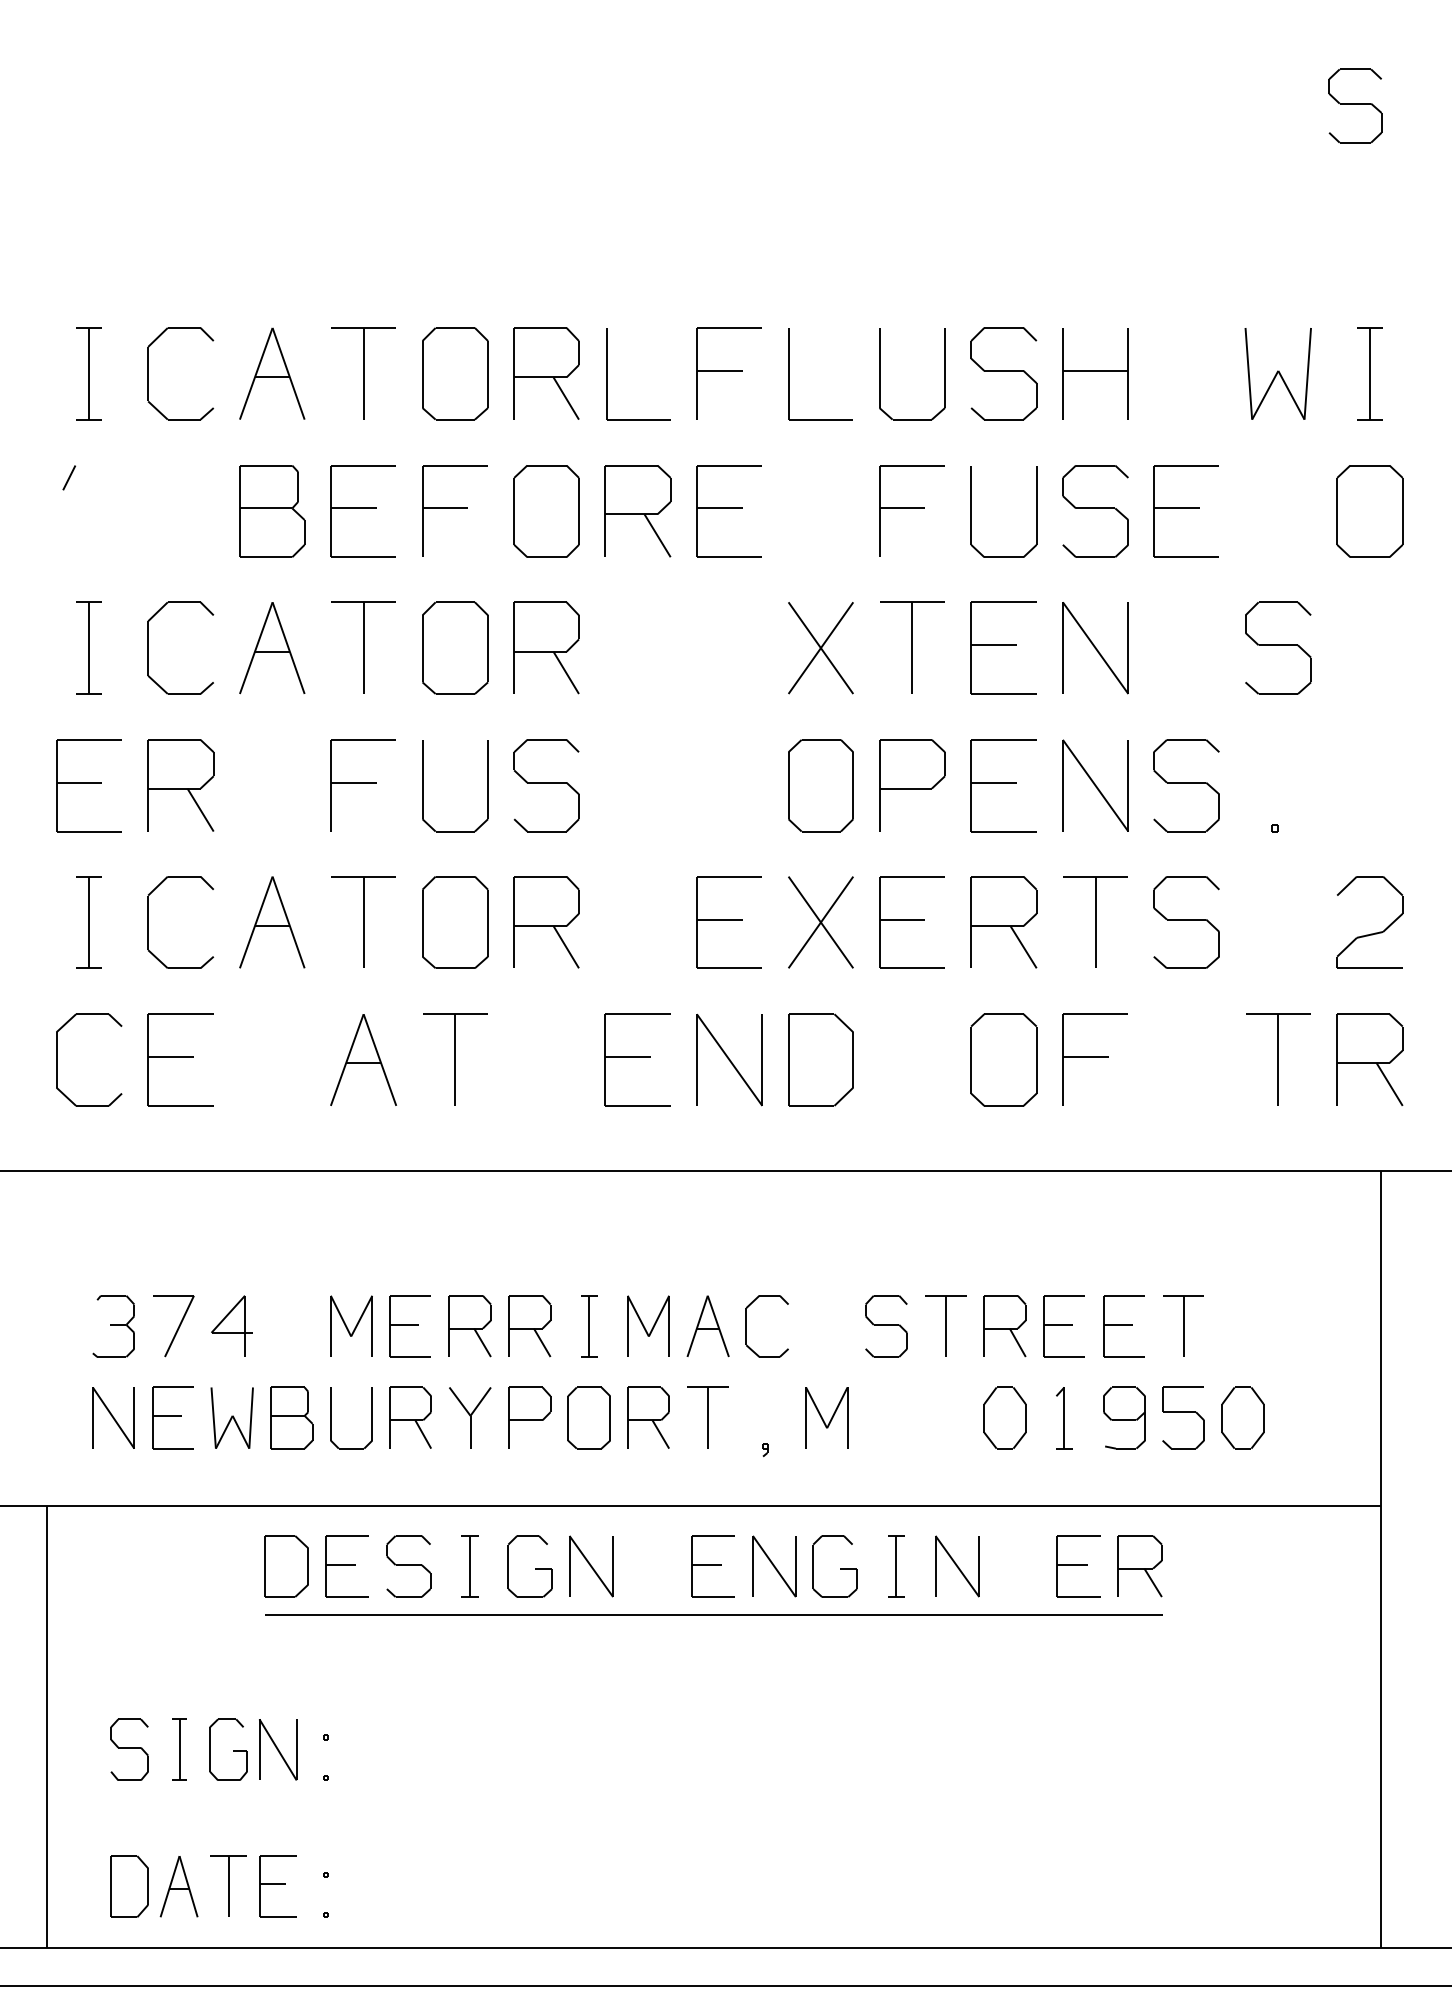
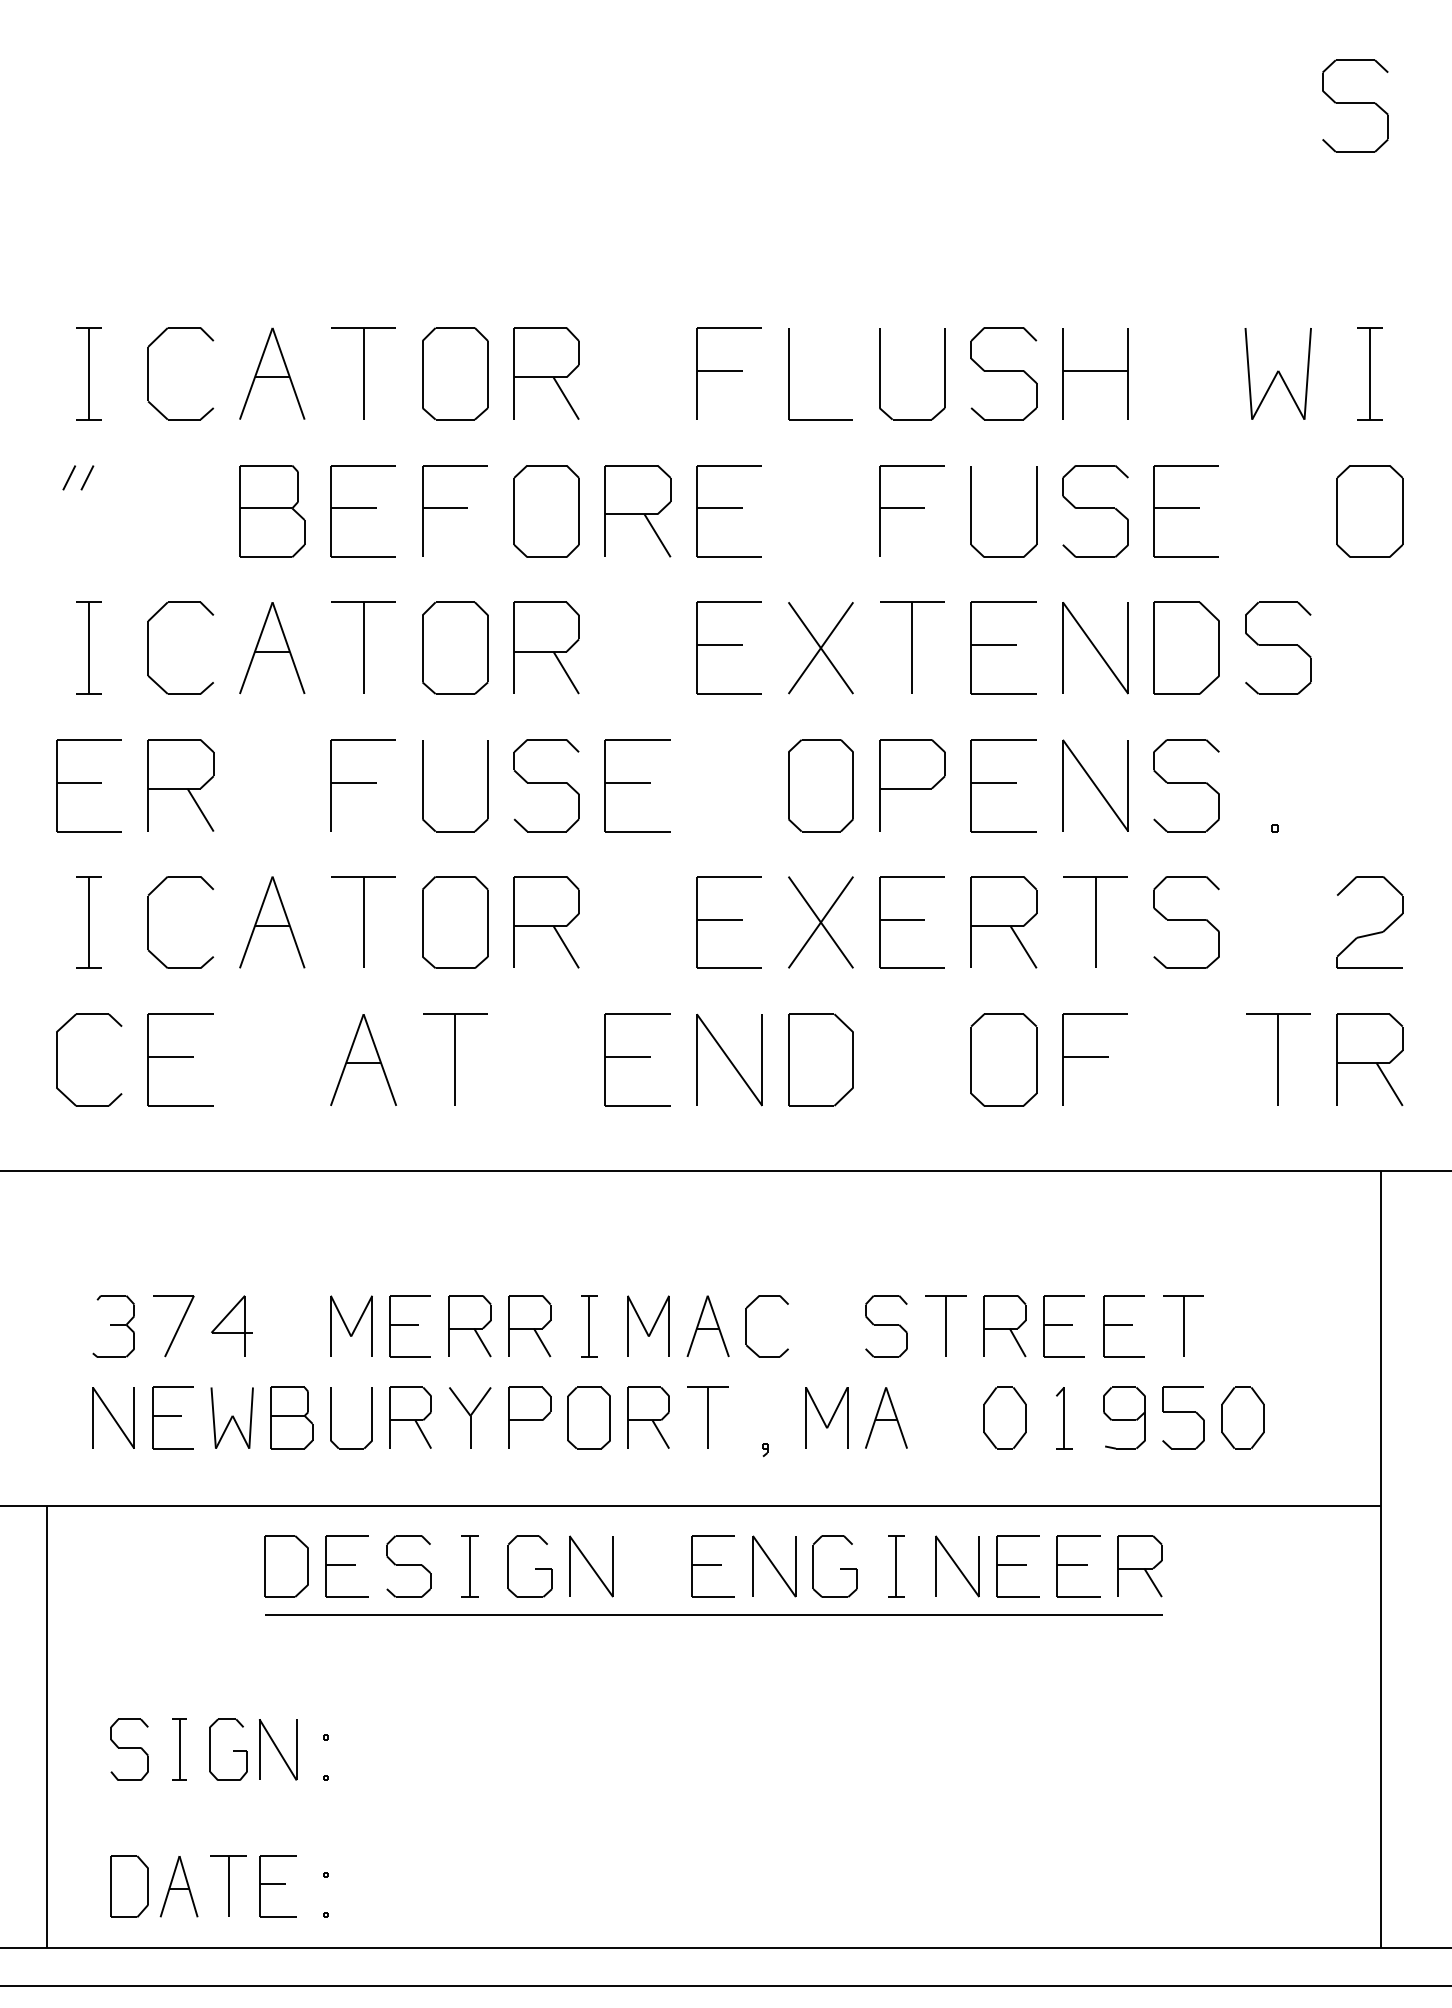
part at (1355, 105) size: 55x76 px -> 67x94 px
part at (607, 374): present -> none
line at (87, 477): none -> present
part at (728, 647): none -> present
part at (1186, 647): none -> present
part at (637, 785): none -> present
part at (886, 1417): none -> present
part at (1017, 1566): none -> present
